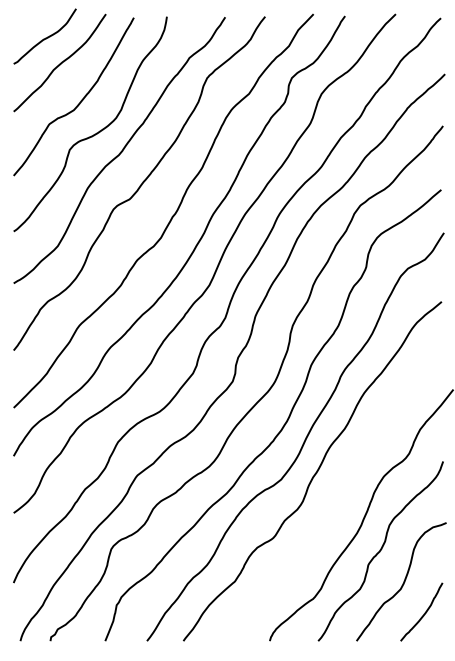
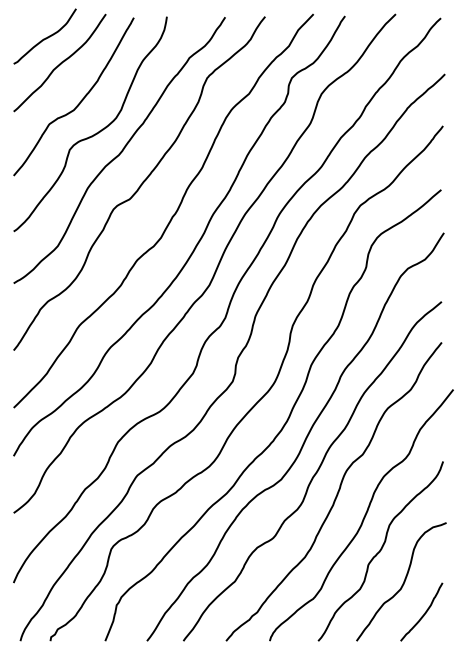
curve at (336, 493): none -> present
